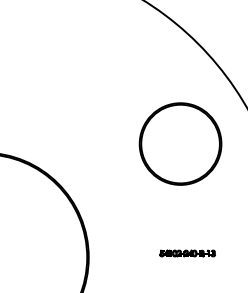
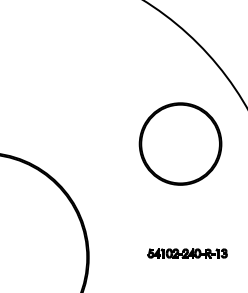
part at (187, 253) size: 57x9 px -> 81x11 px
